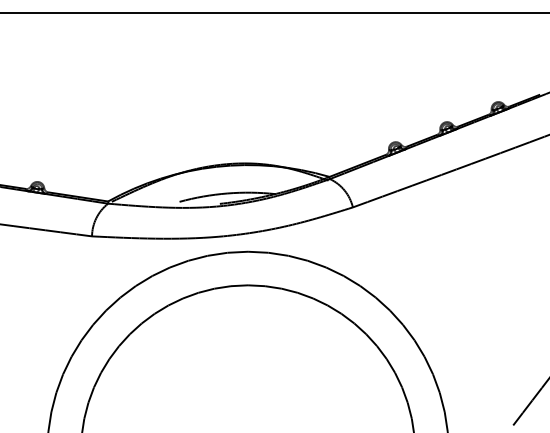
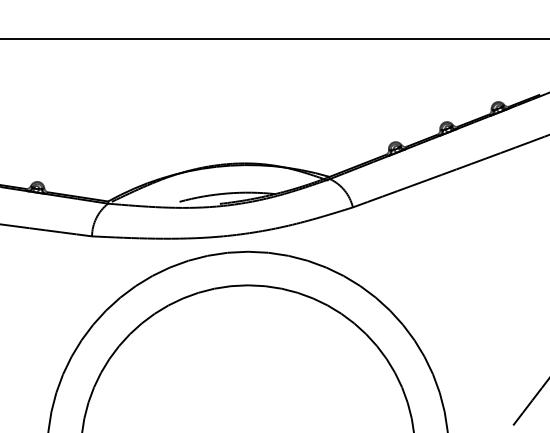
line at (274, 13) position: (274, 13) -> (274, 39)
